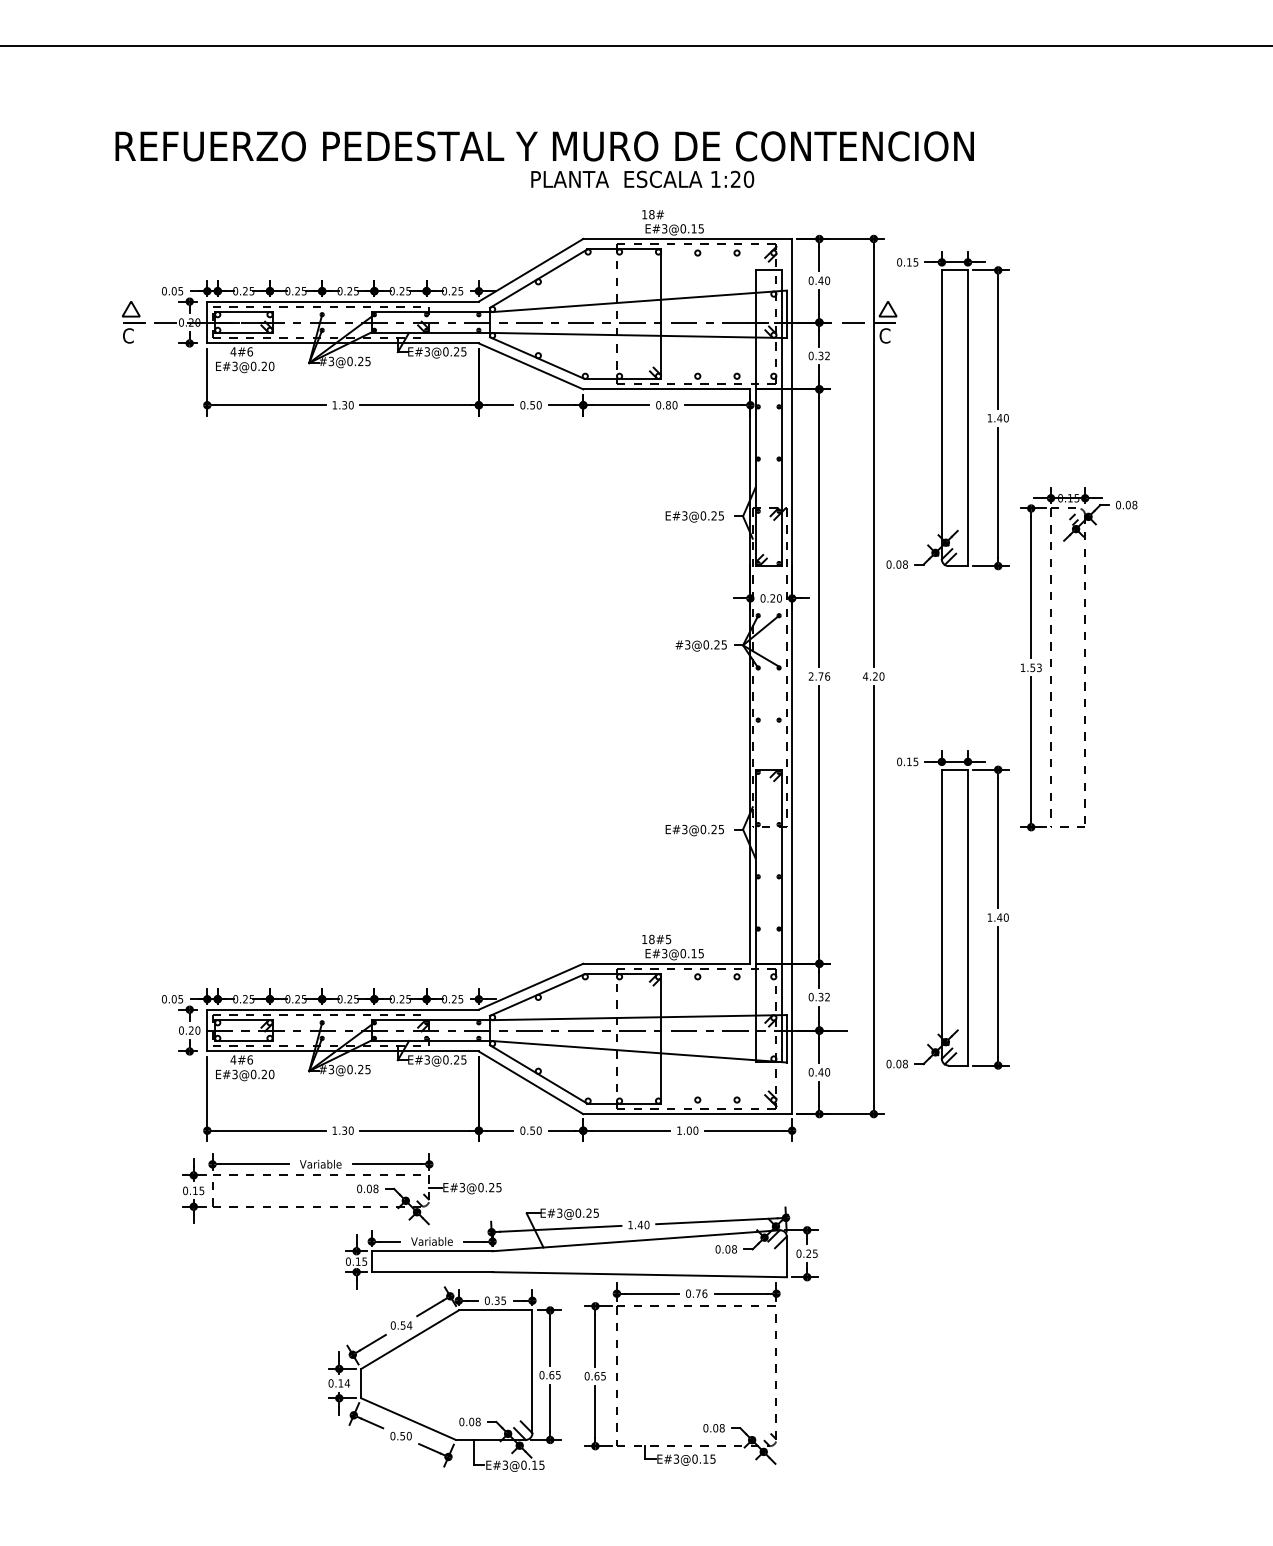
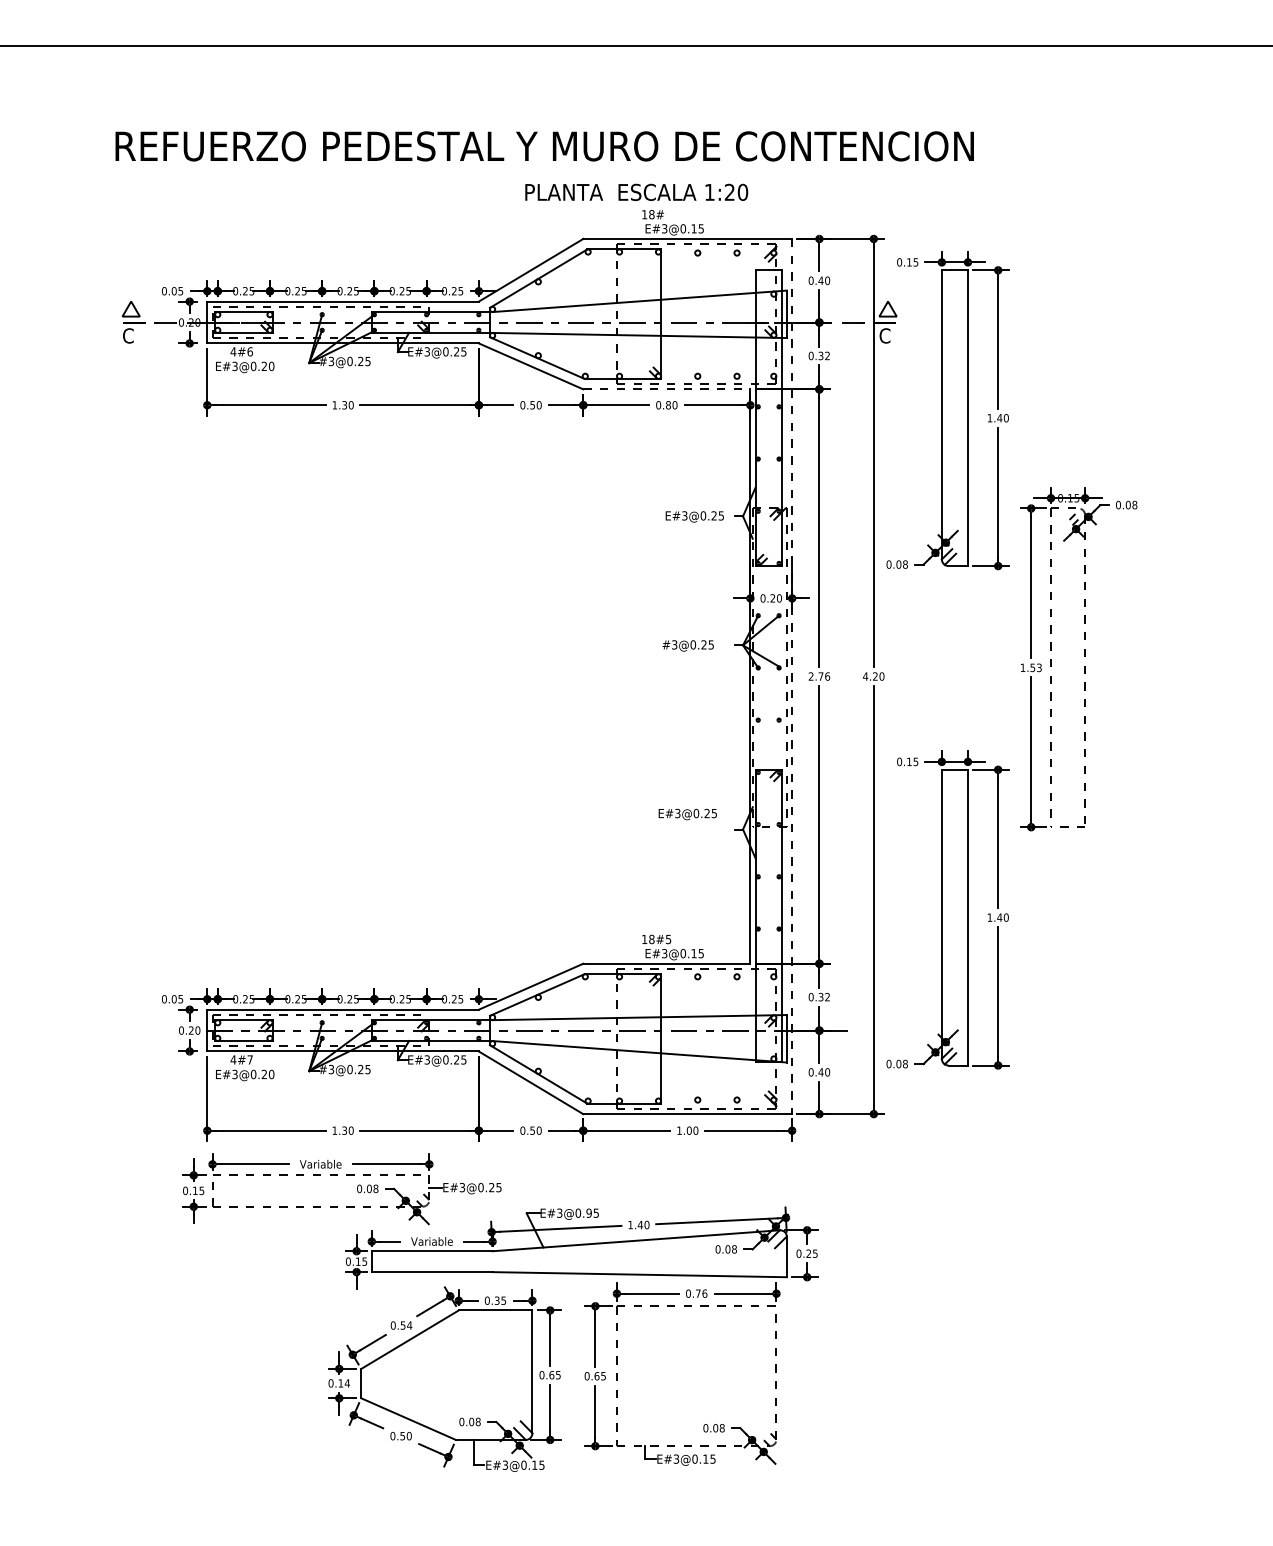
text at (642, 178) position: (642, 178) -> (636, 191)
line at (666, 389): solid -> dashed
text at (700, 645) position: (700, 645) -> (687, 645)
line at (792, 676): solid -> dashed
text at (694, 830) position: (694, 830) -> (687, 814)
text at (250, 1059): 4#6 -> 4#7
text at (588, 1212): E#3@0.25 -> E#3@0.95
